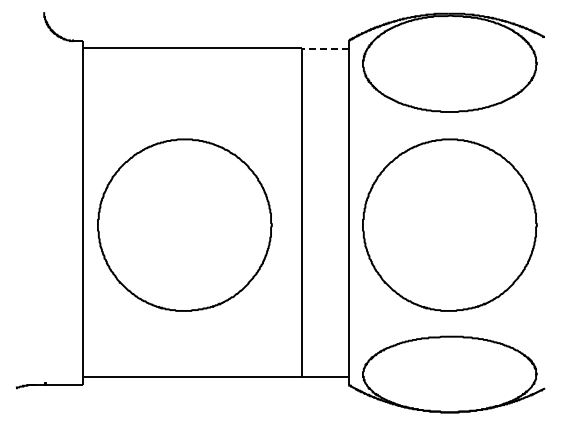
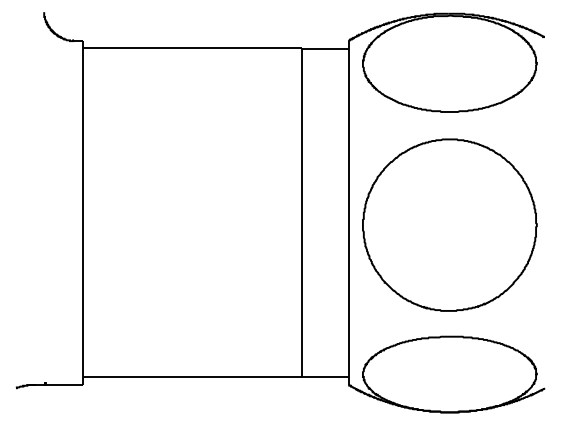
line at (324, 49): dashed -> solid
part at (184, 224): present -> none
